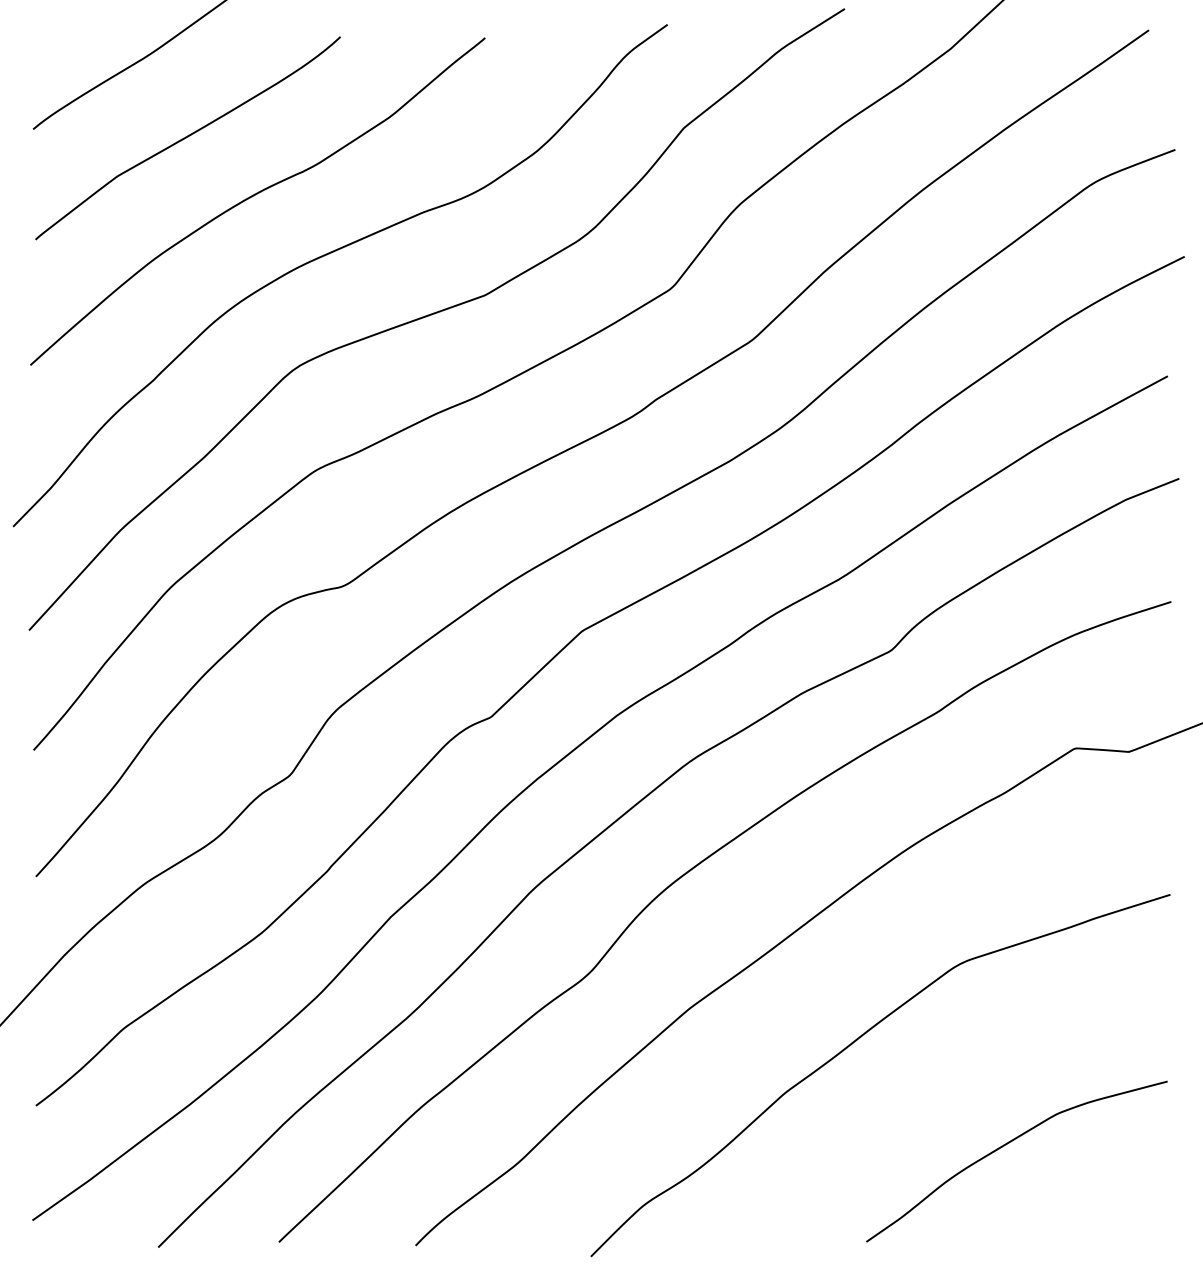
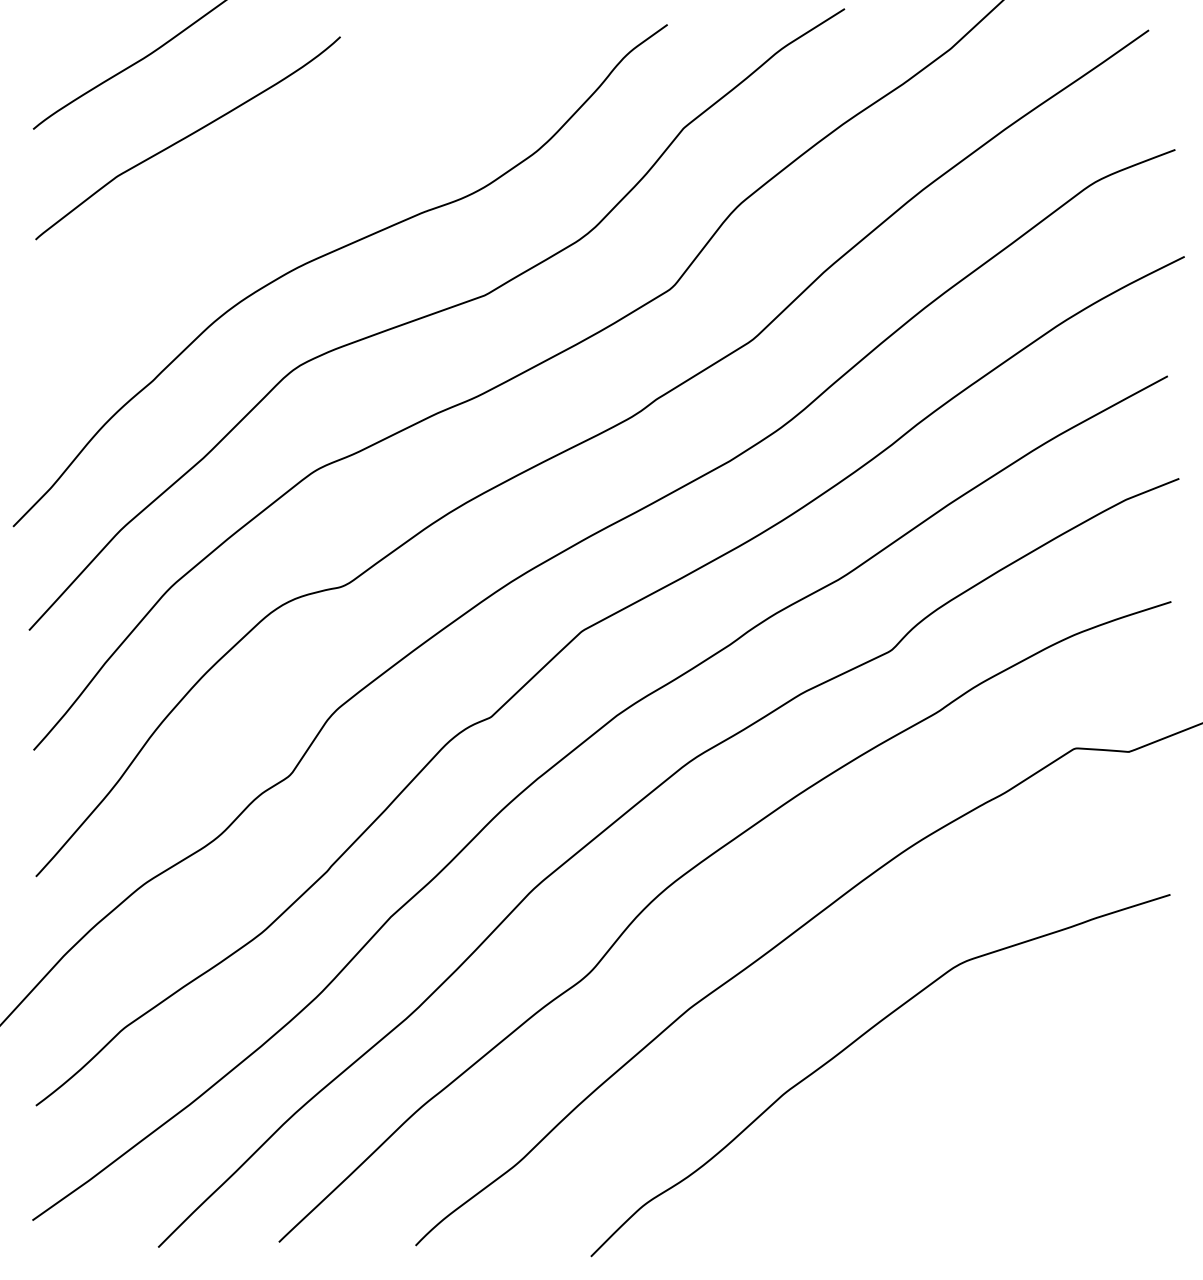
curve at (255, 195): present -> none
curve at (1006, 1145): present -> none
